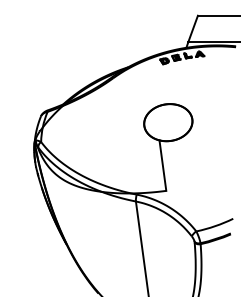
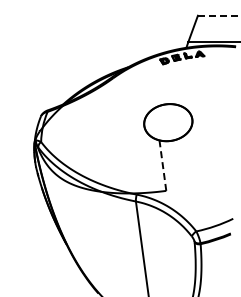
line at (219, 15): solid -> dashed
line at (162, 165): solid -> dashed
